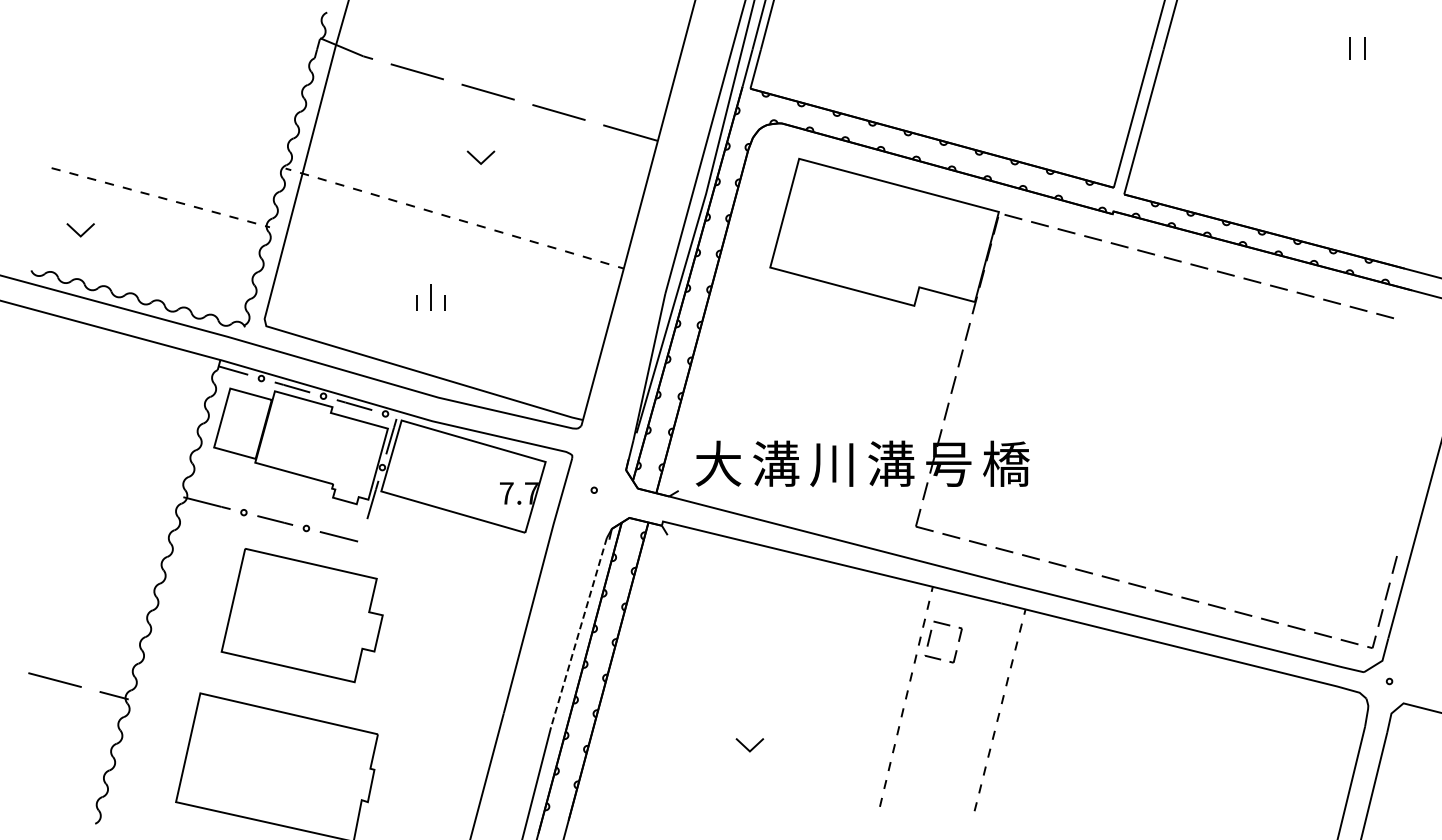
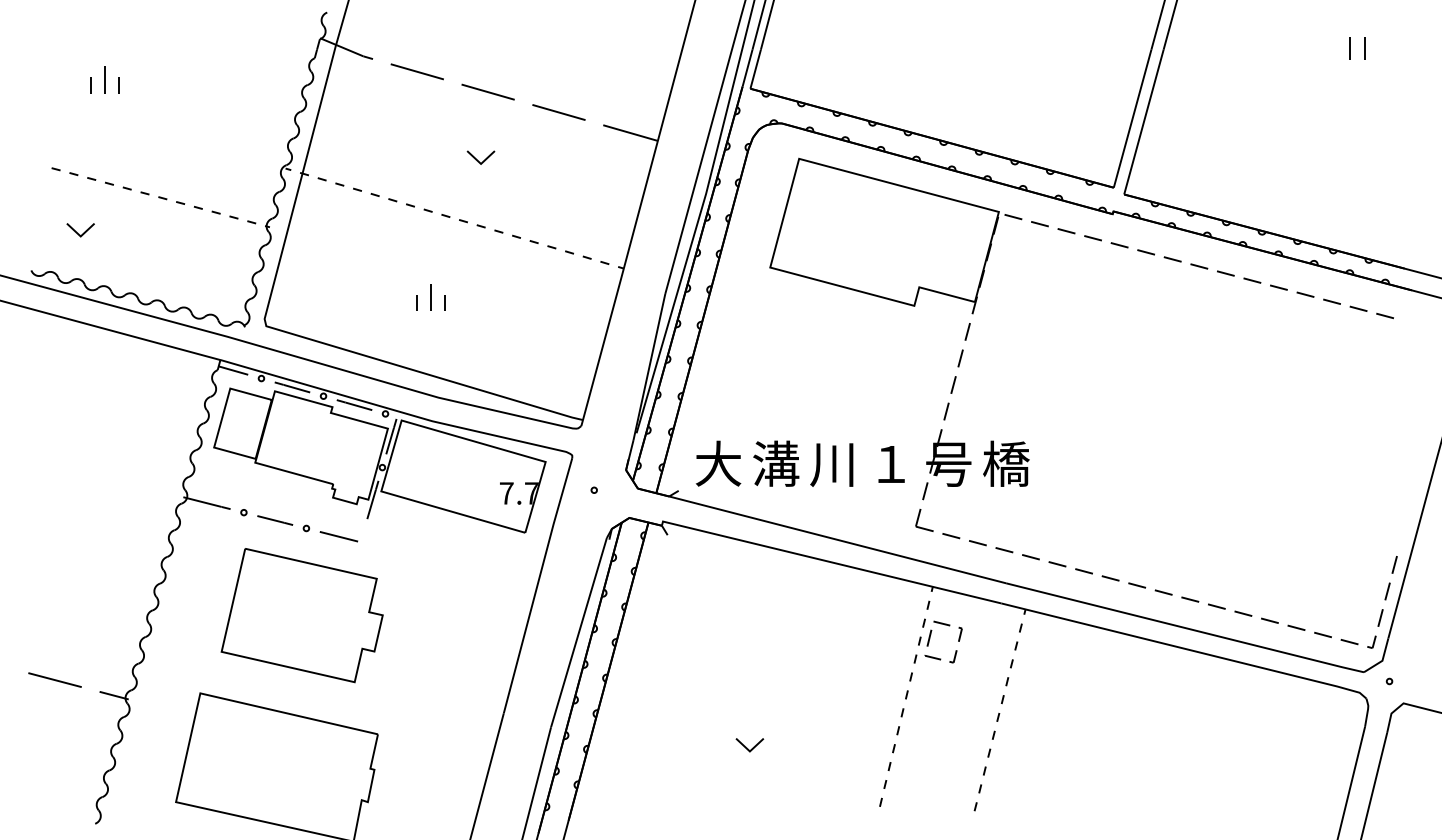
part at (104, 79): none -> present
text at (891, 463): 溝 -> １
line at (578, 632): dashed -> solid
